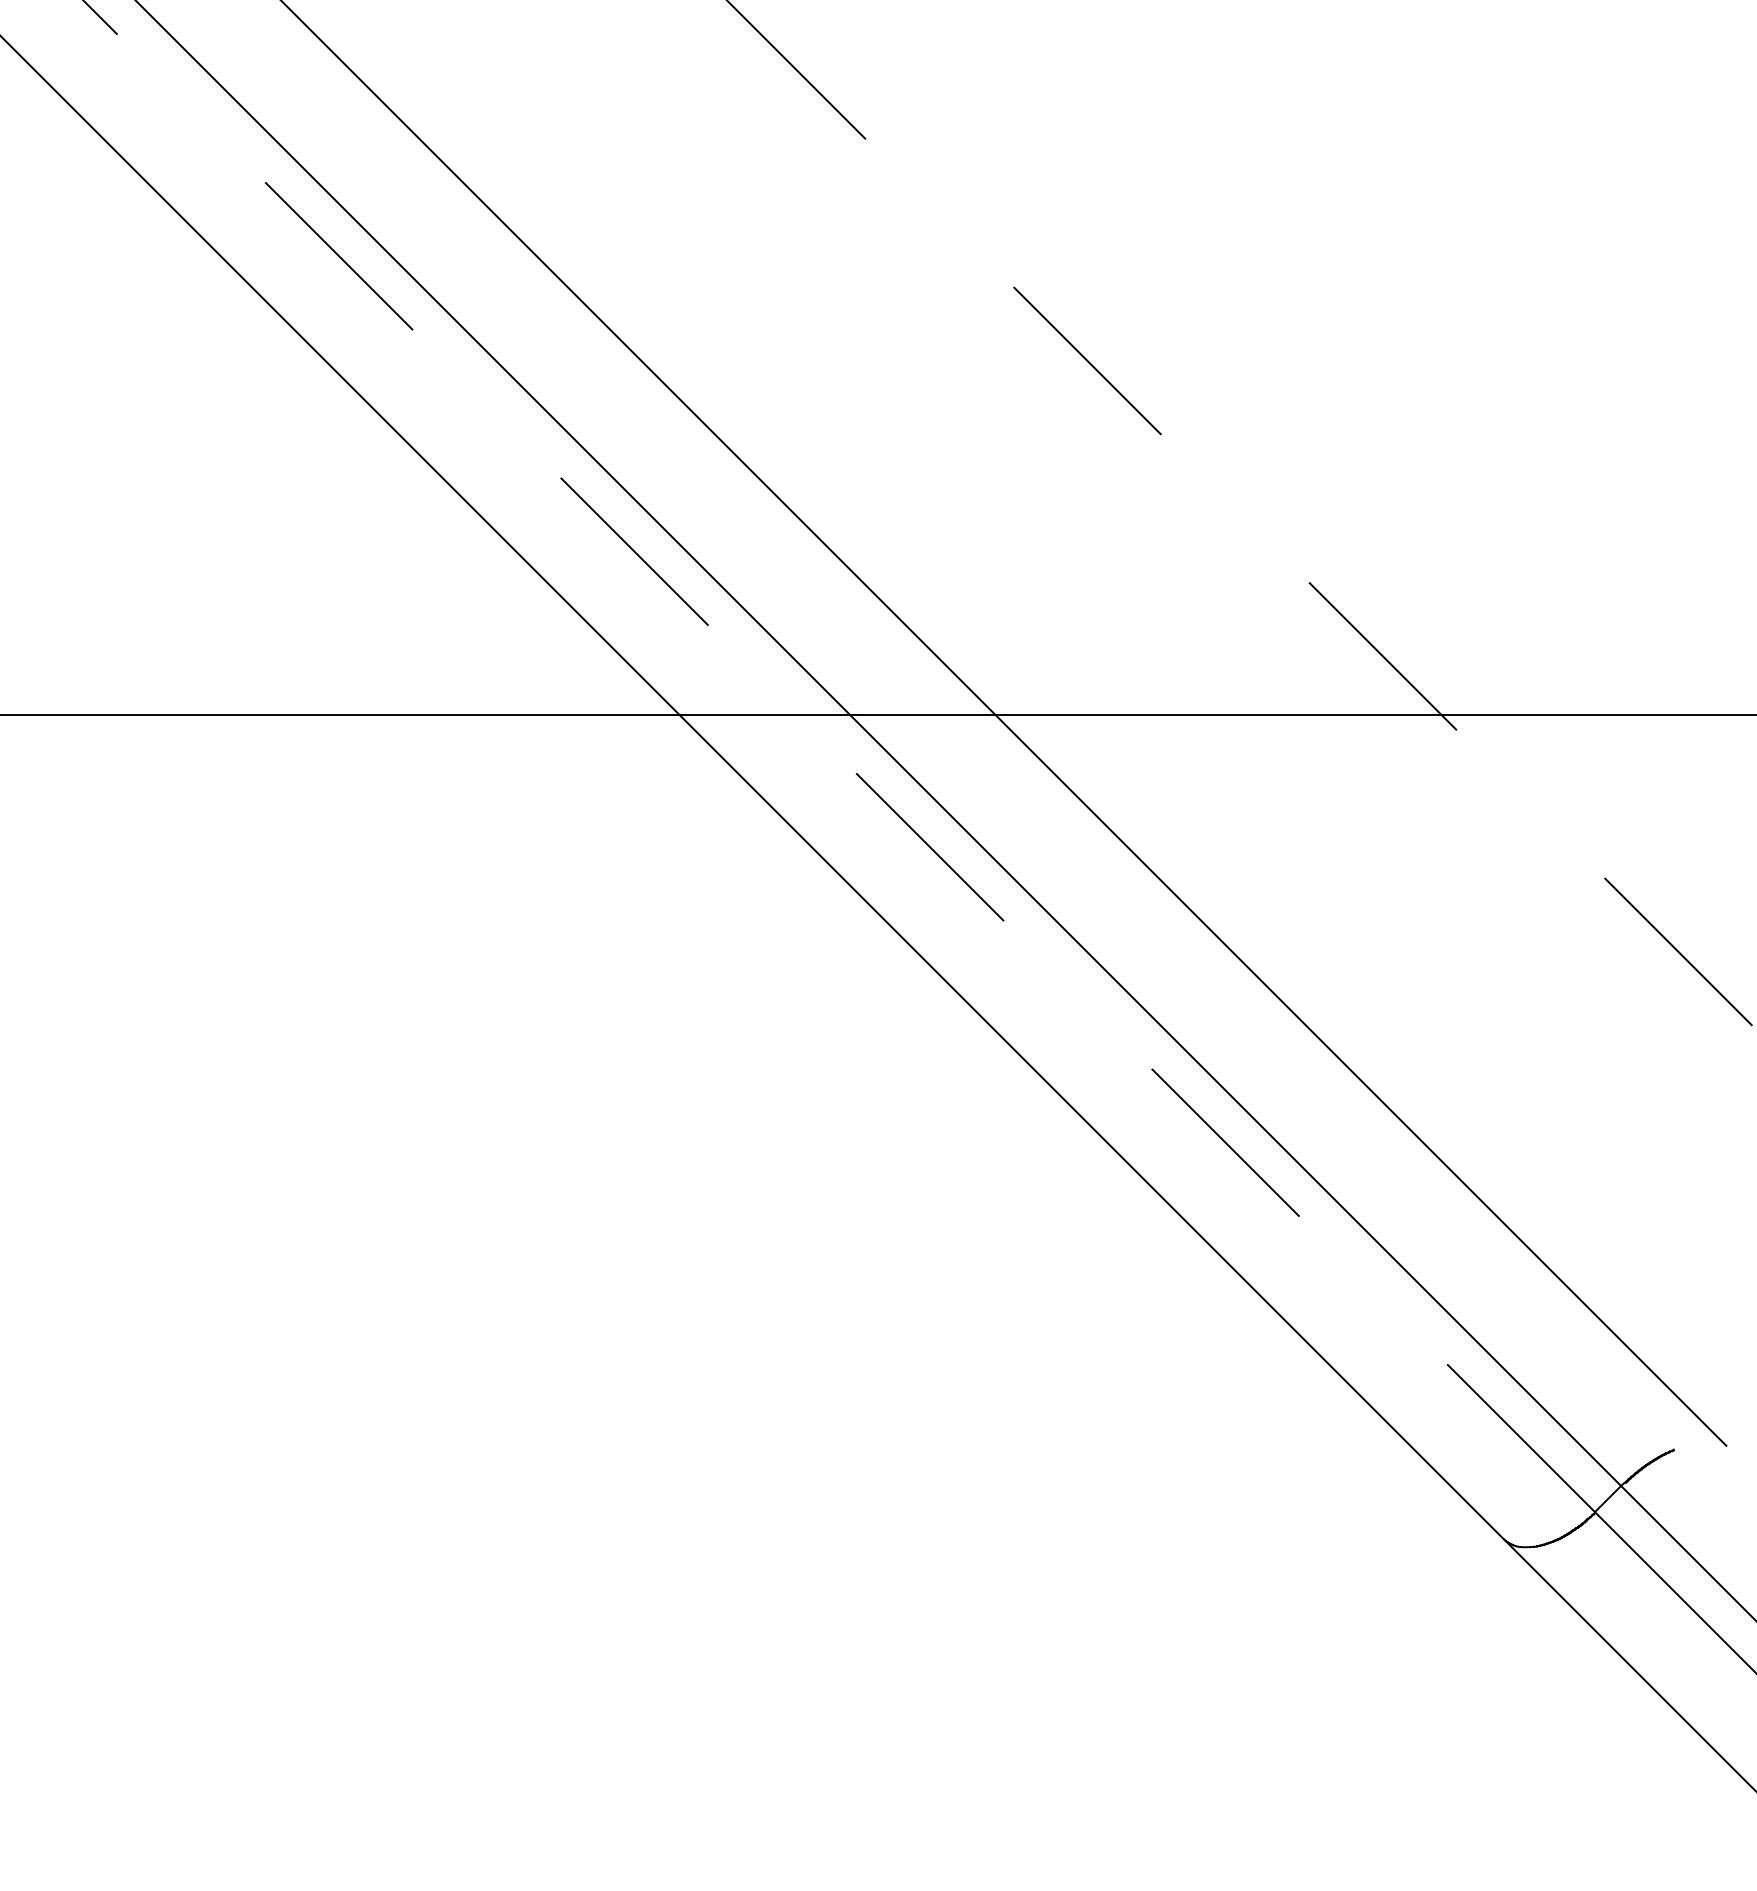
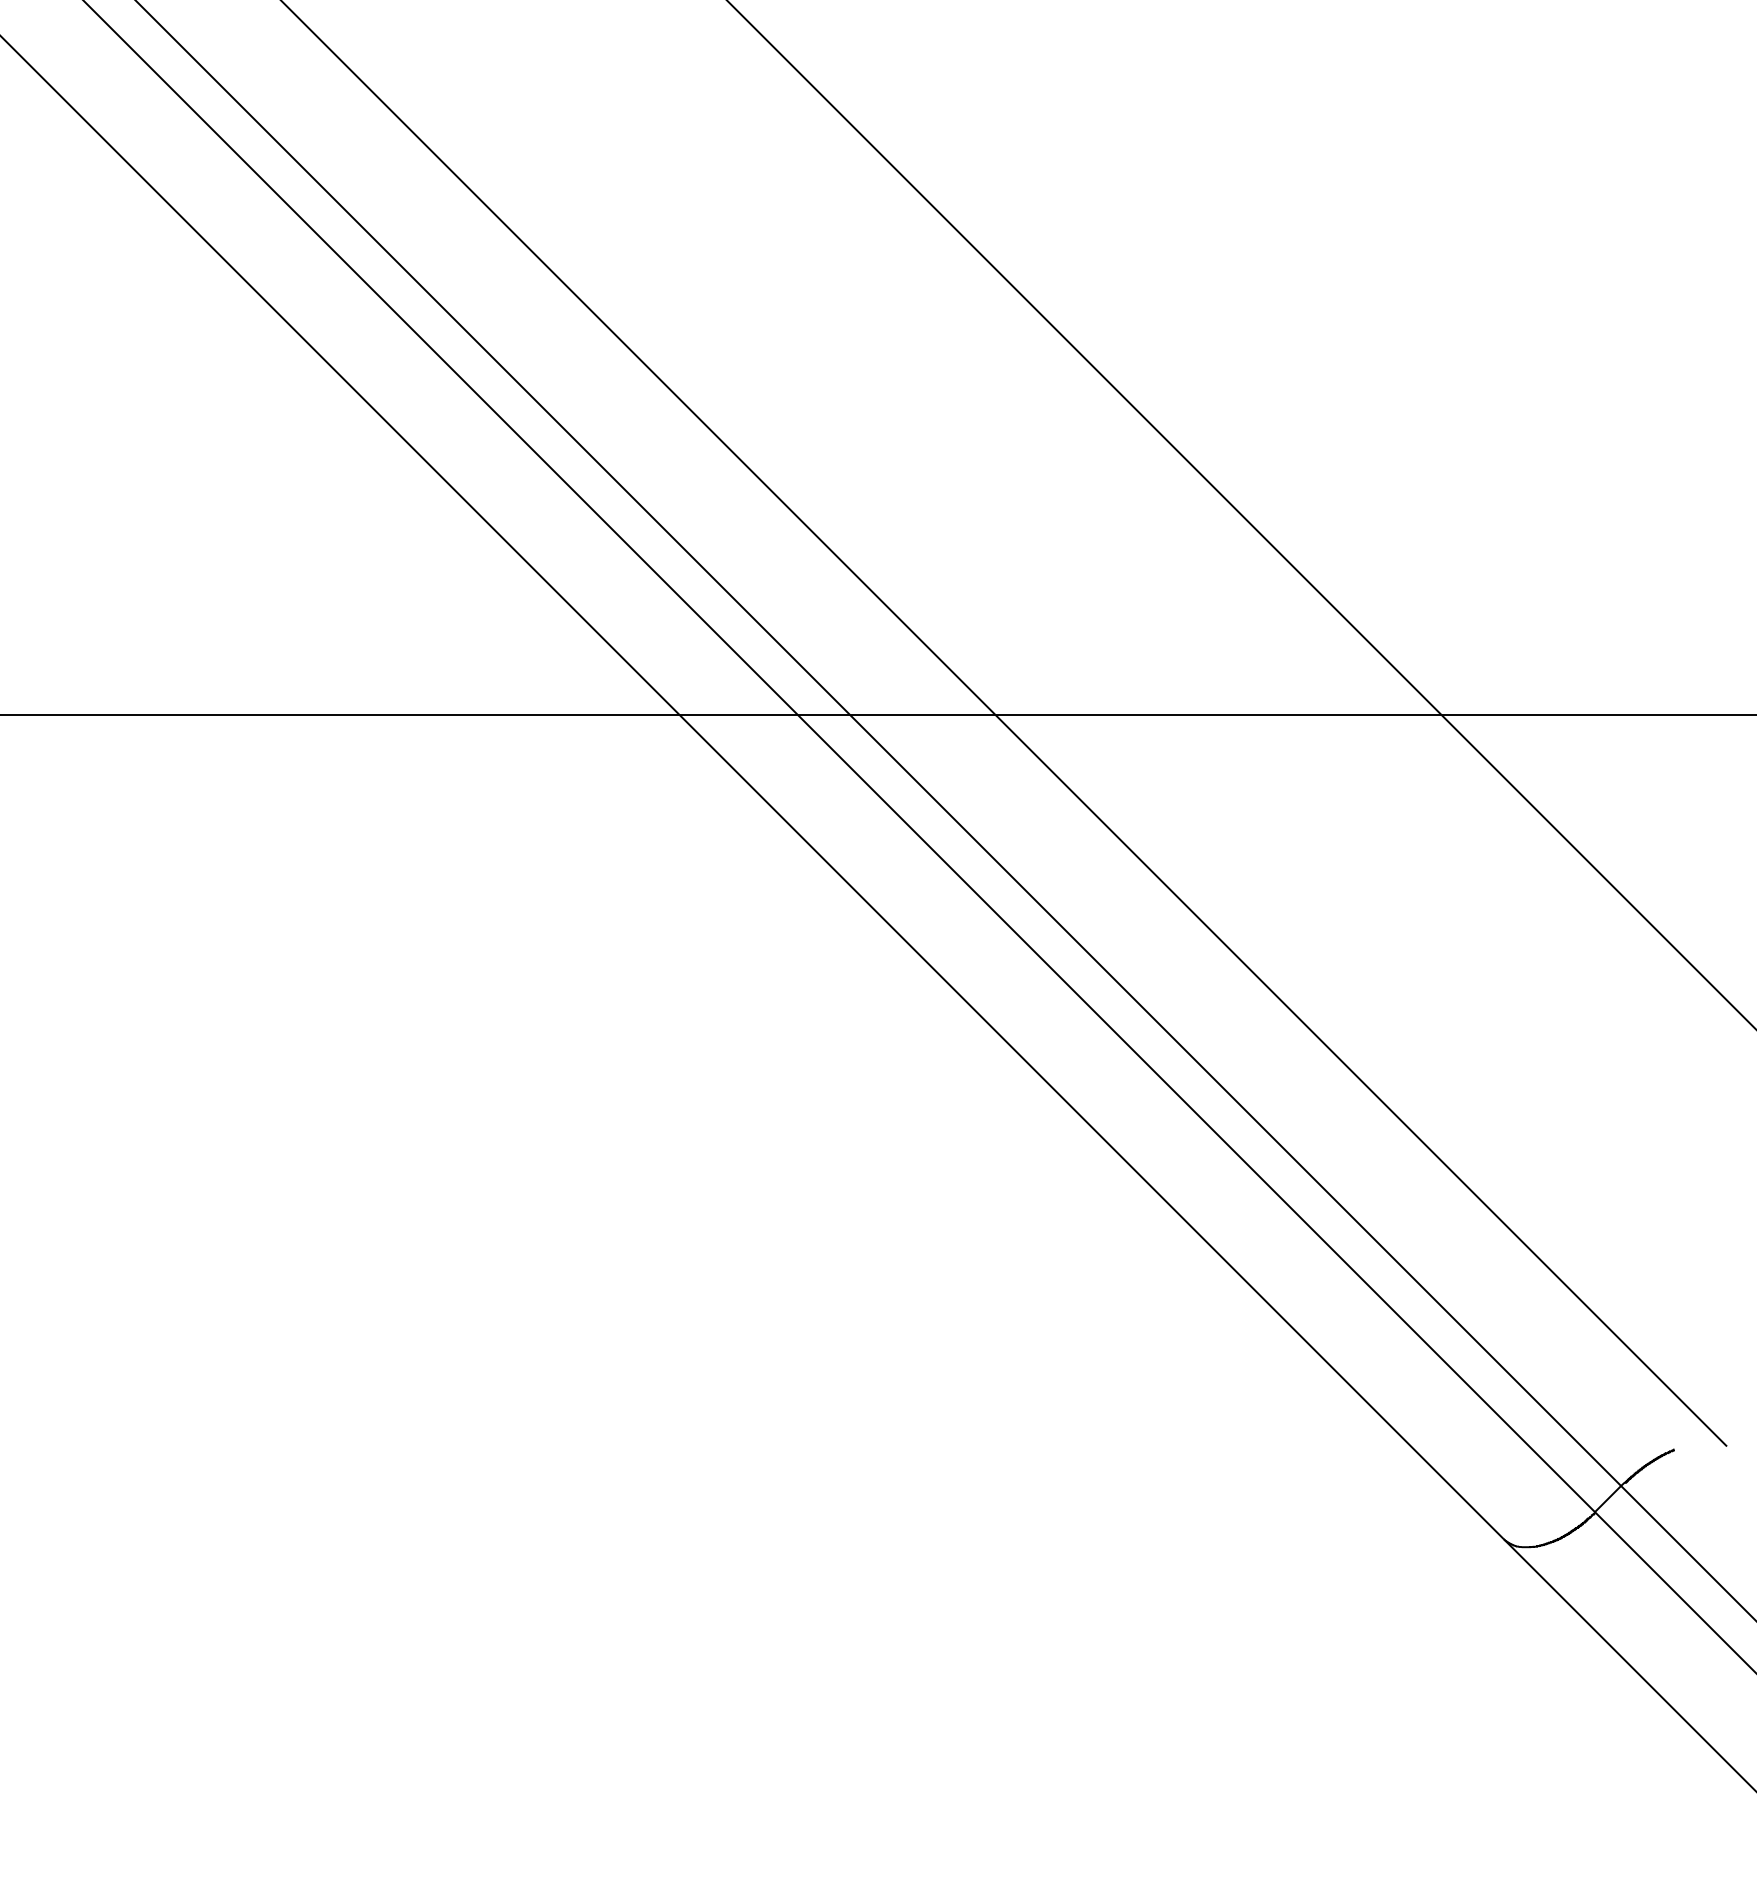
line at (1241, 515): dashed -> solid
line at (839, 756): dashed -> solid
